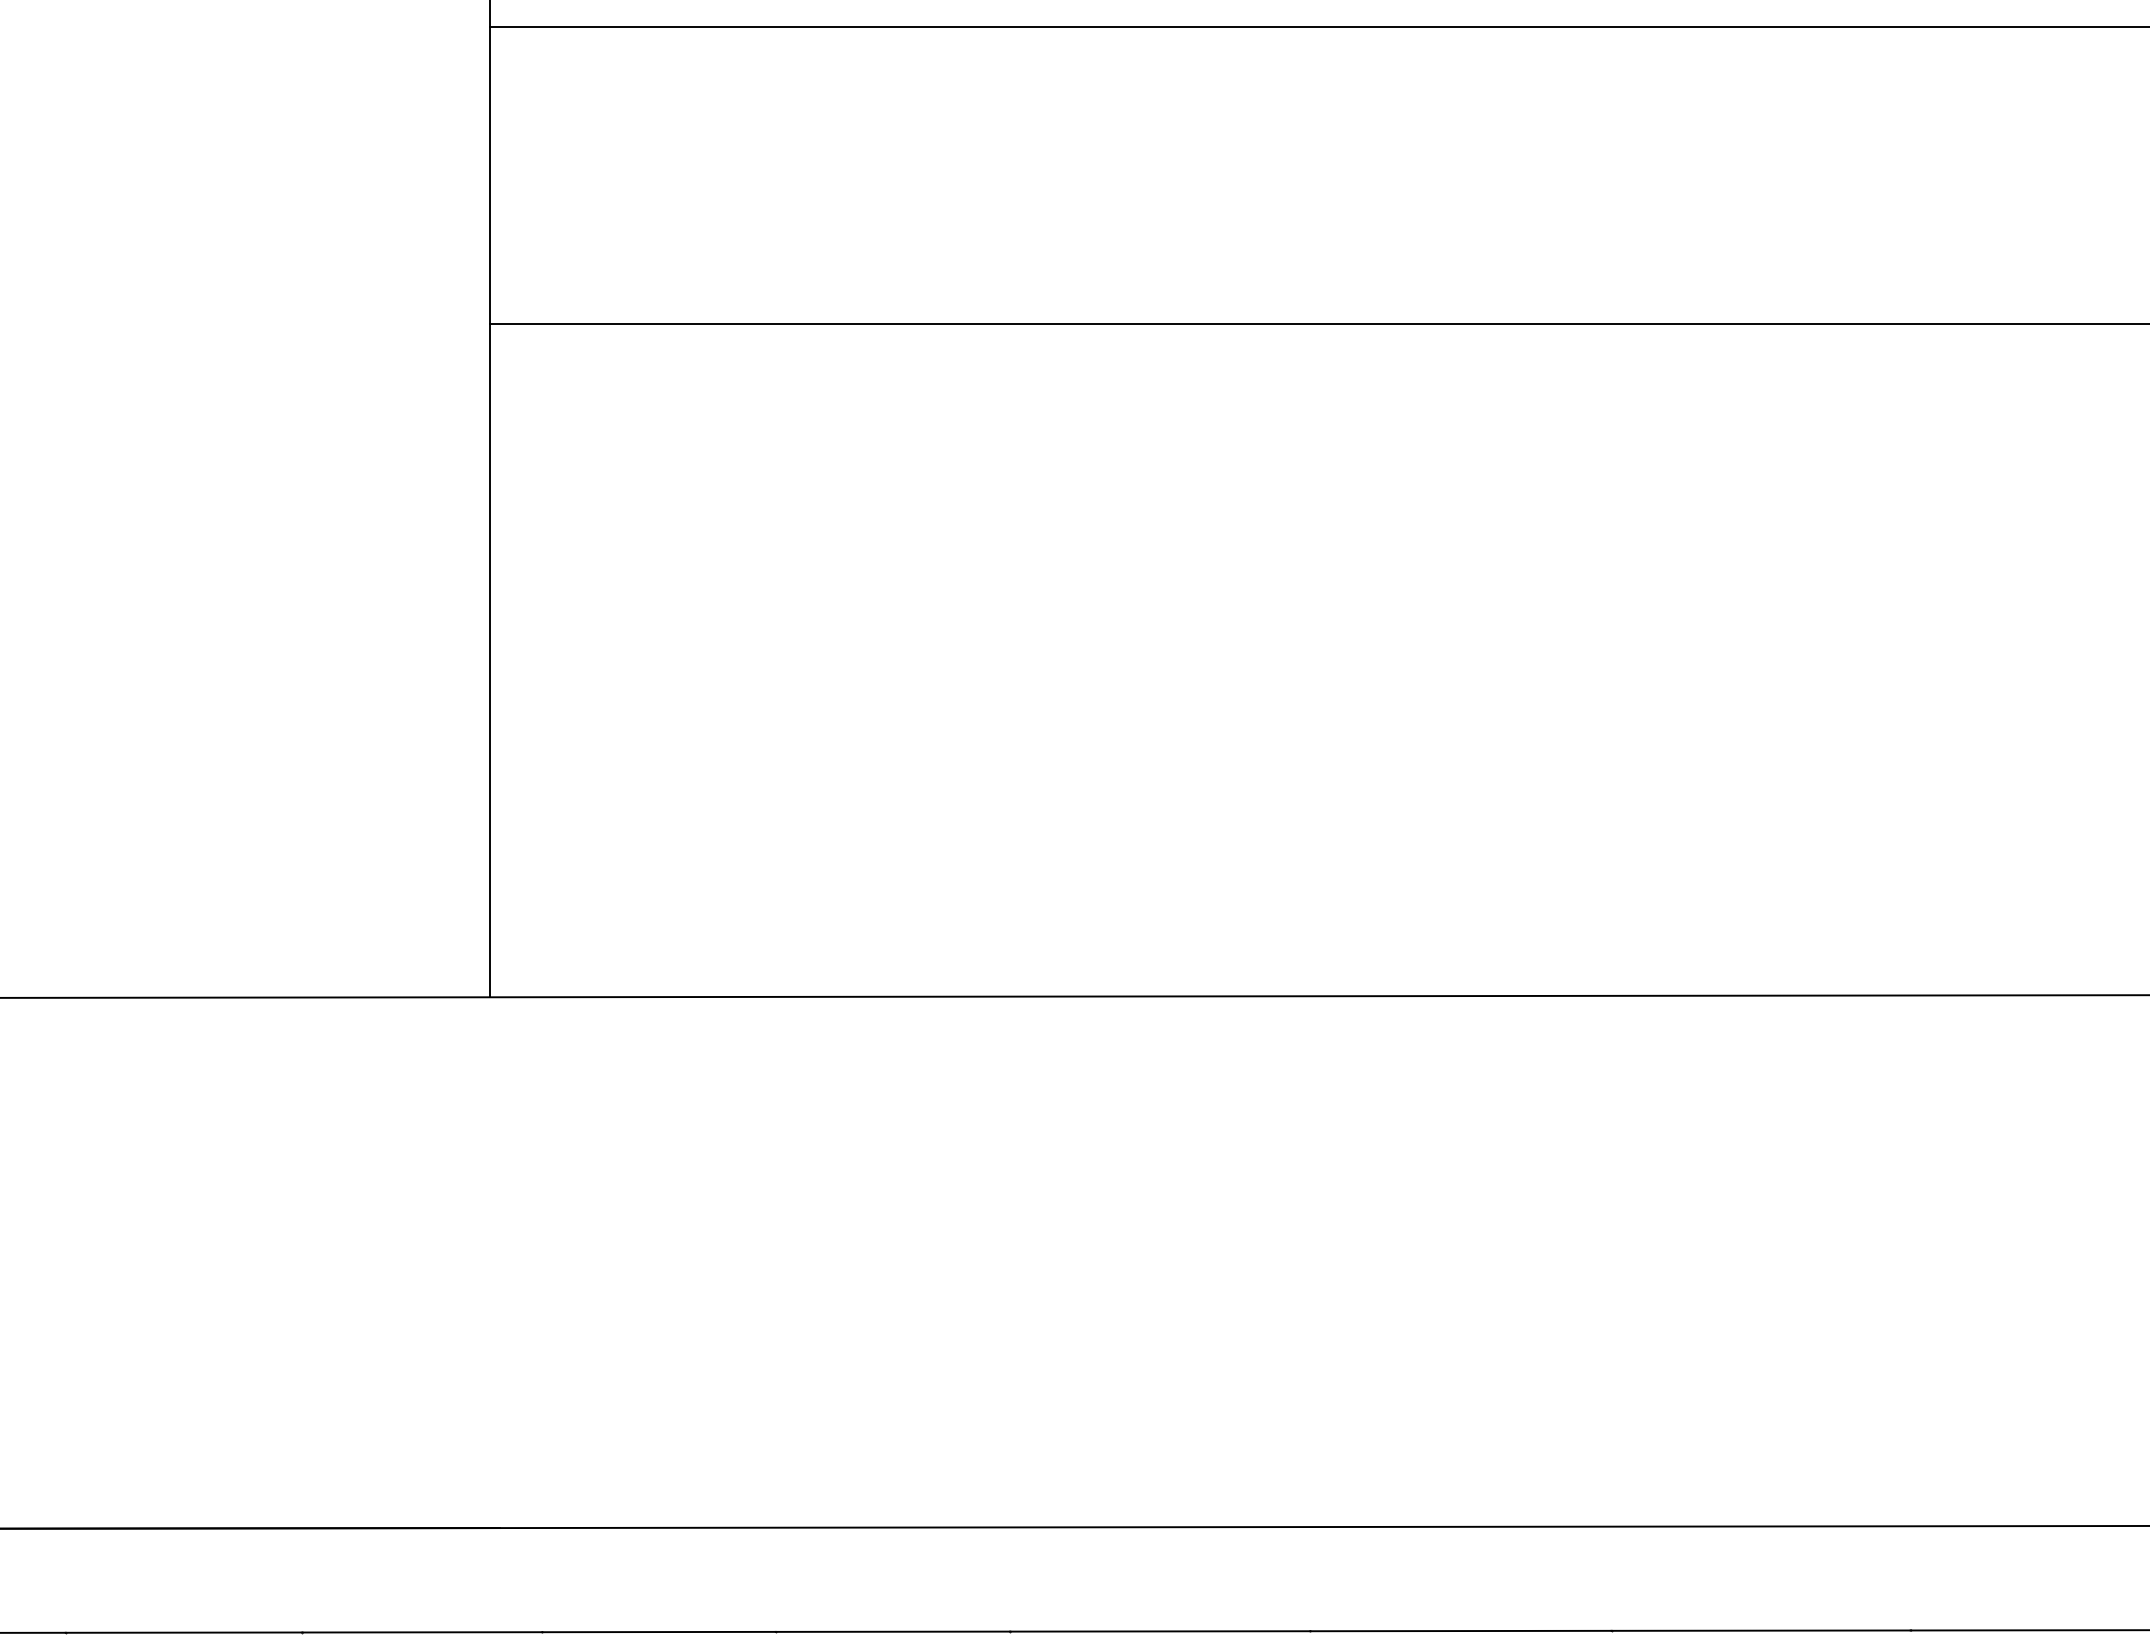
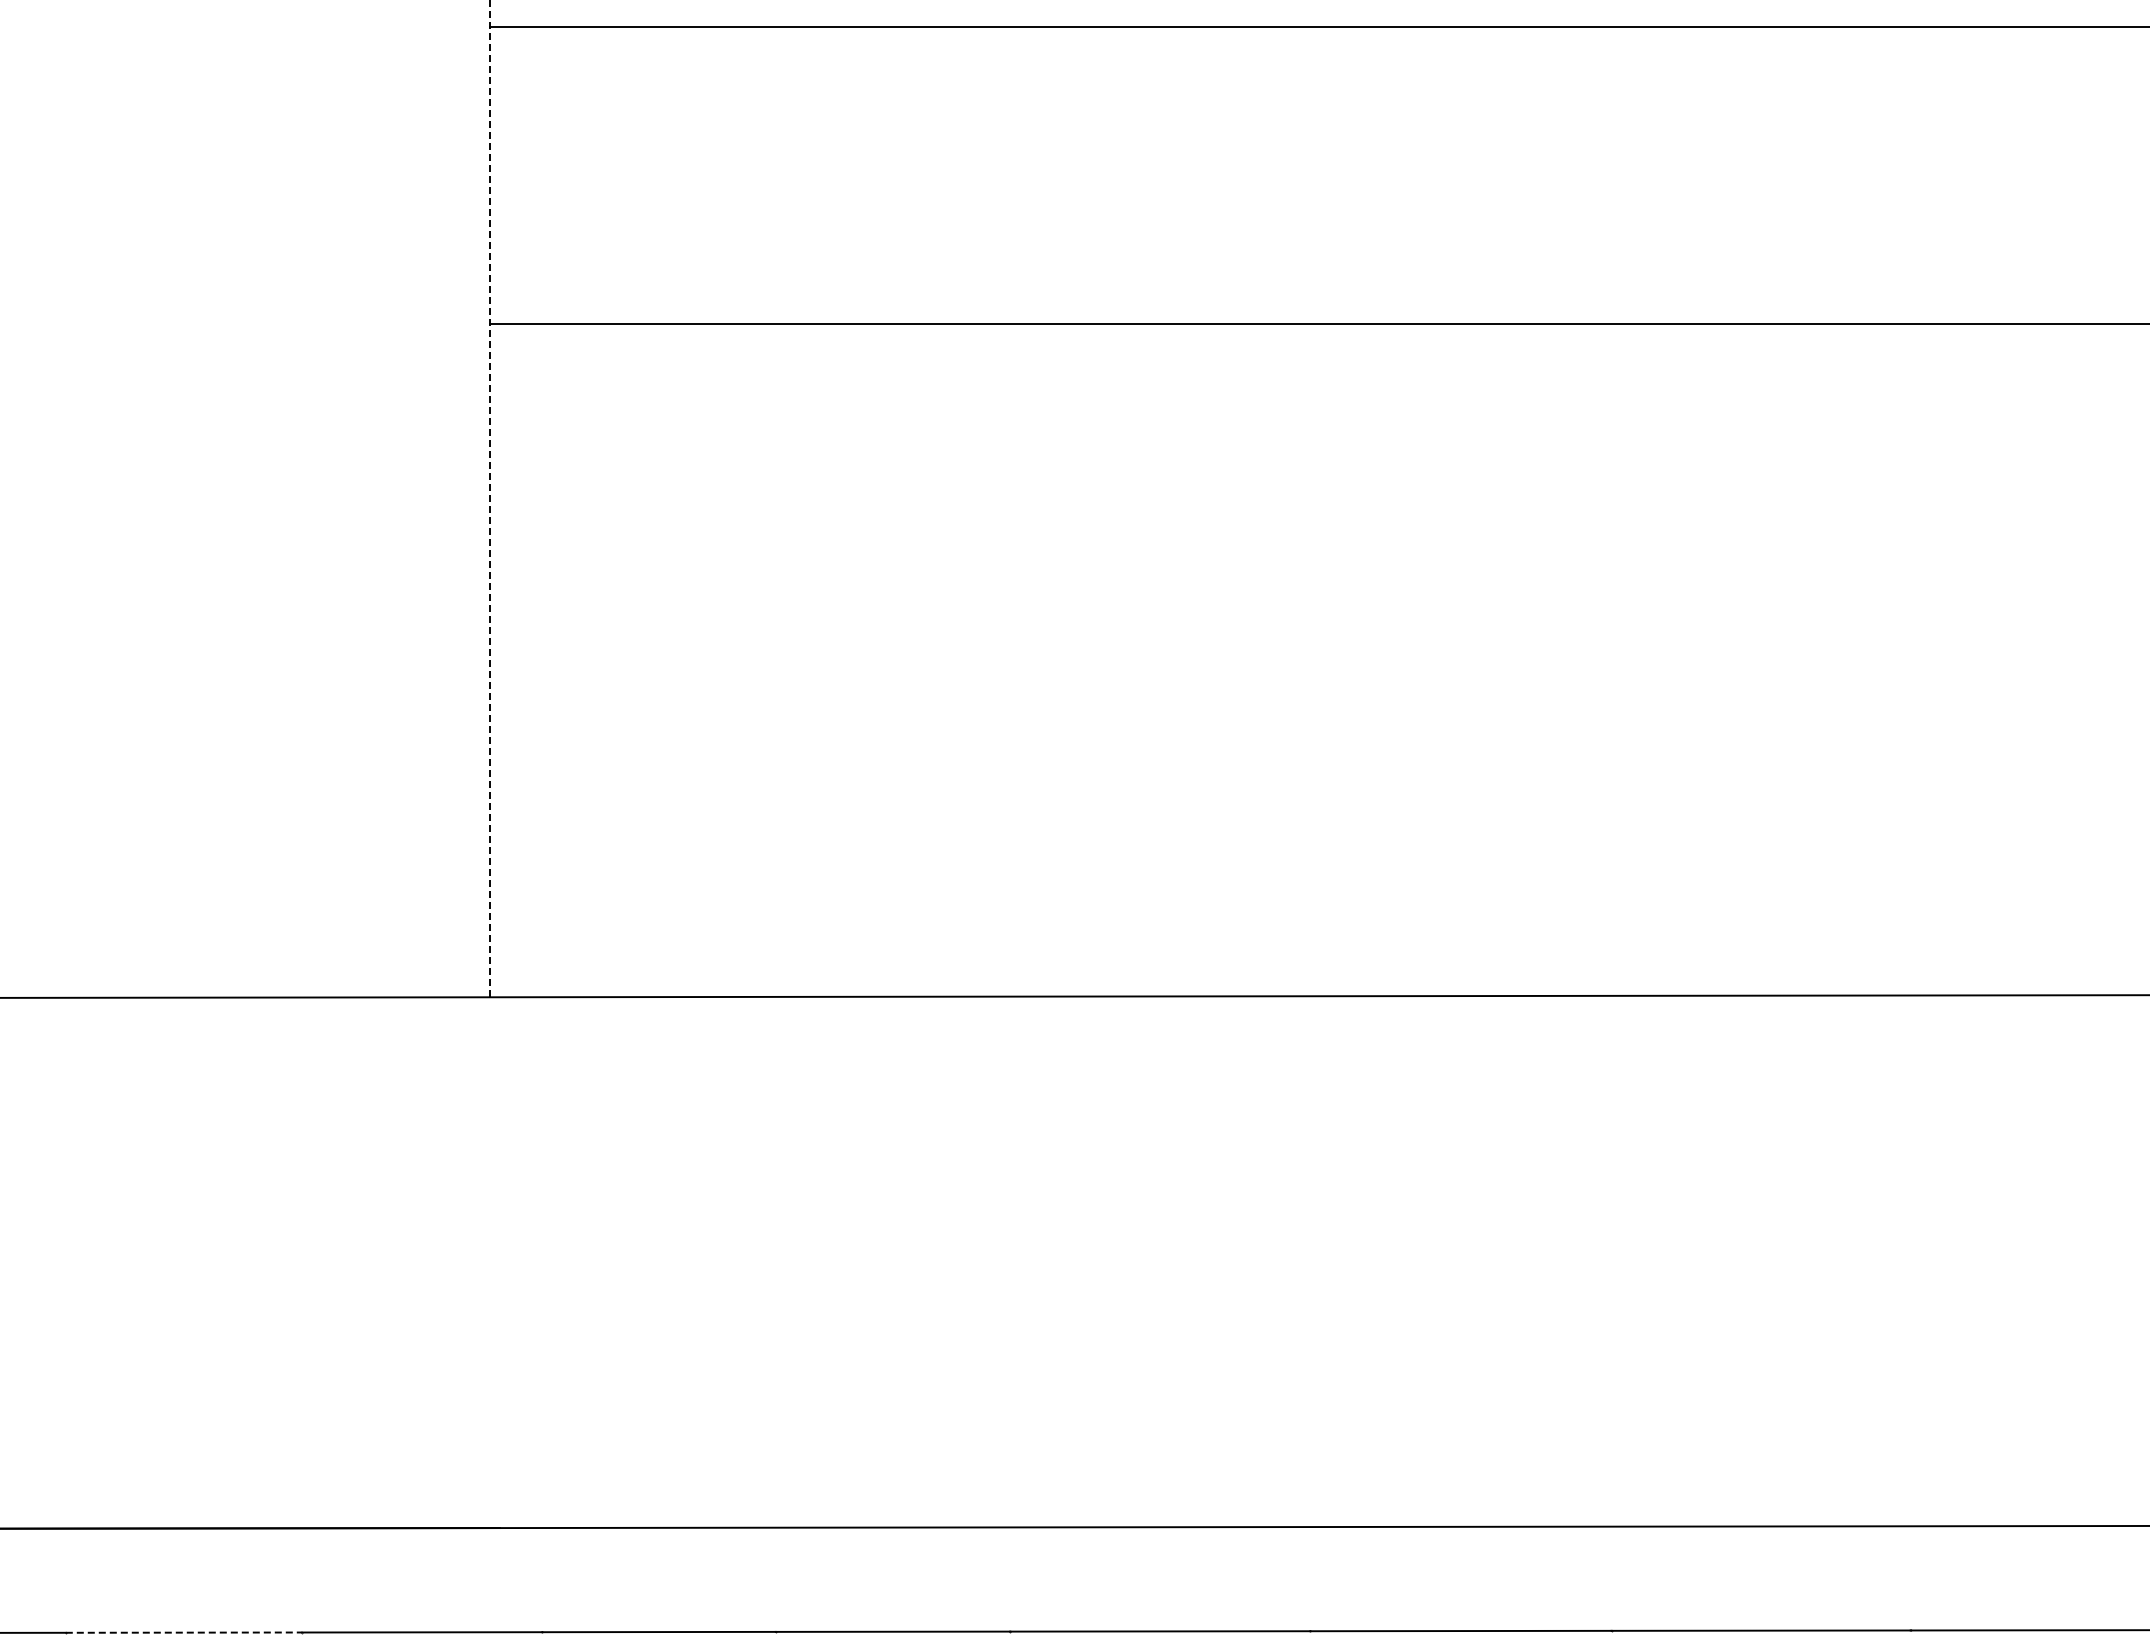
line at (490, 498): solid -> dashed
line at (184, 1632): solid -> dashed
